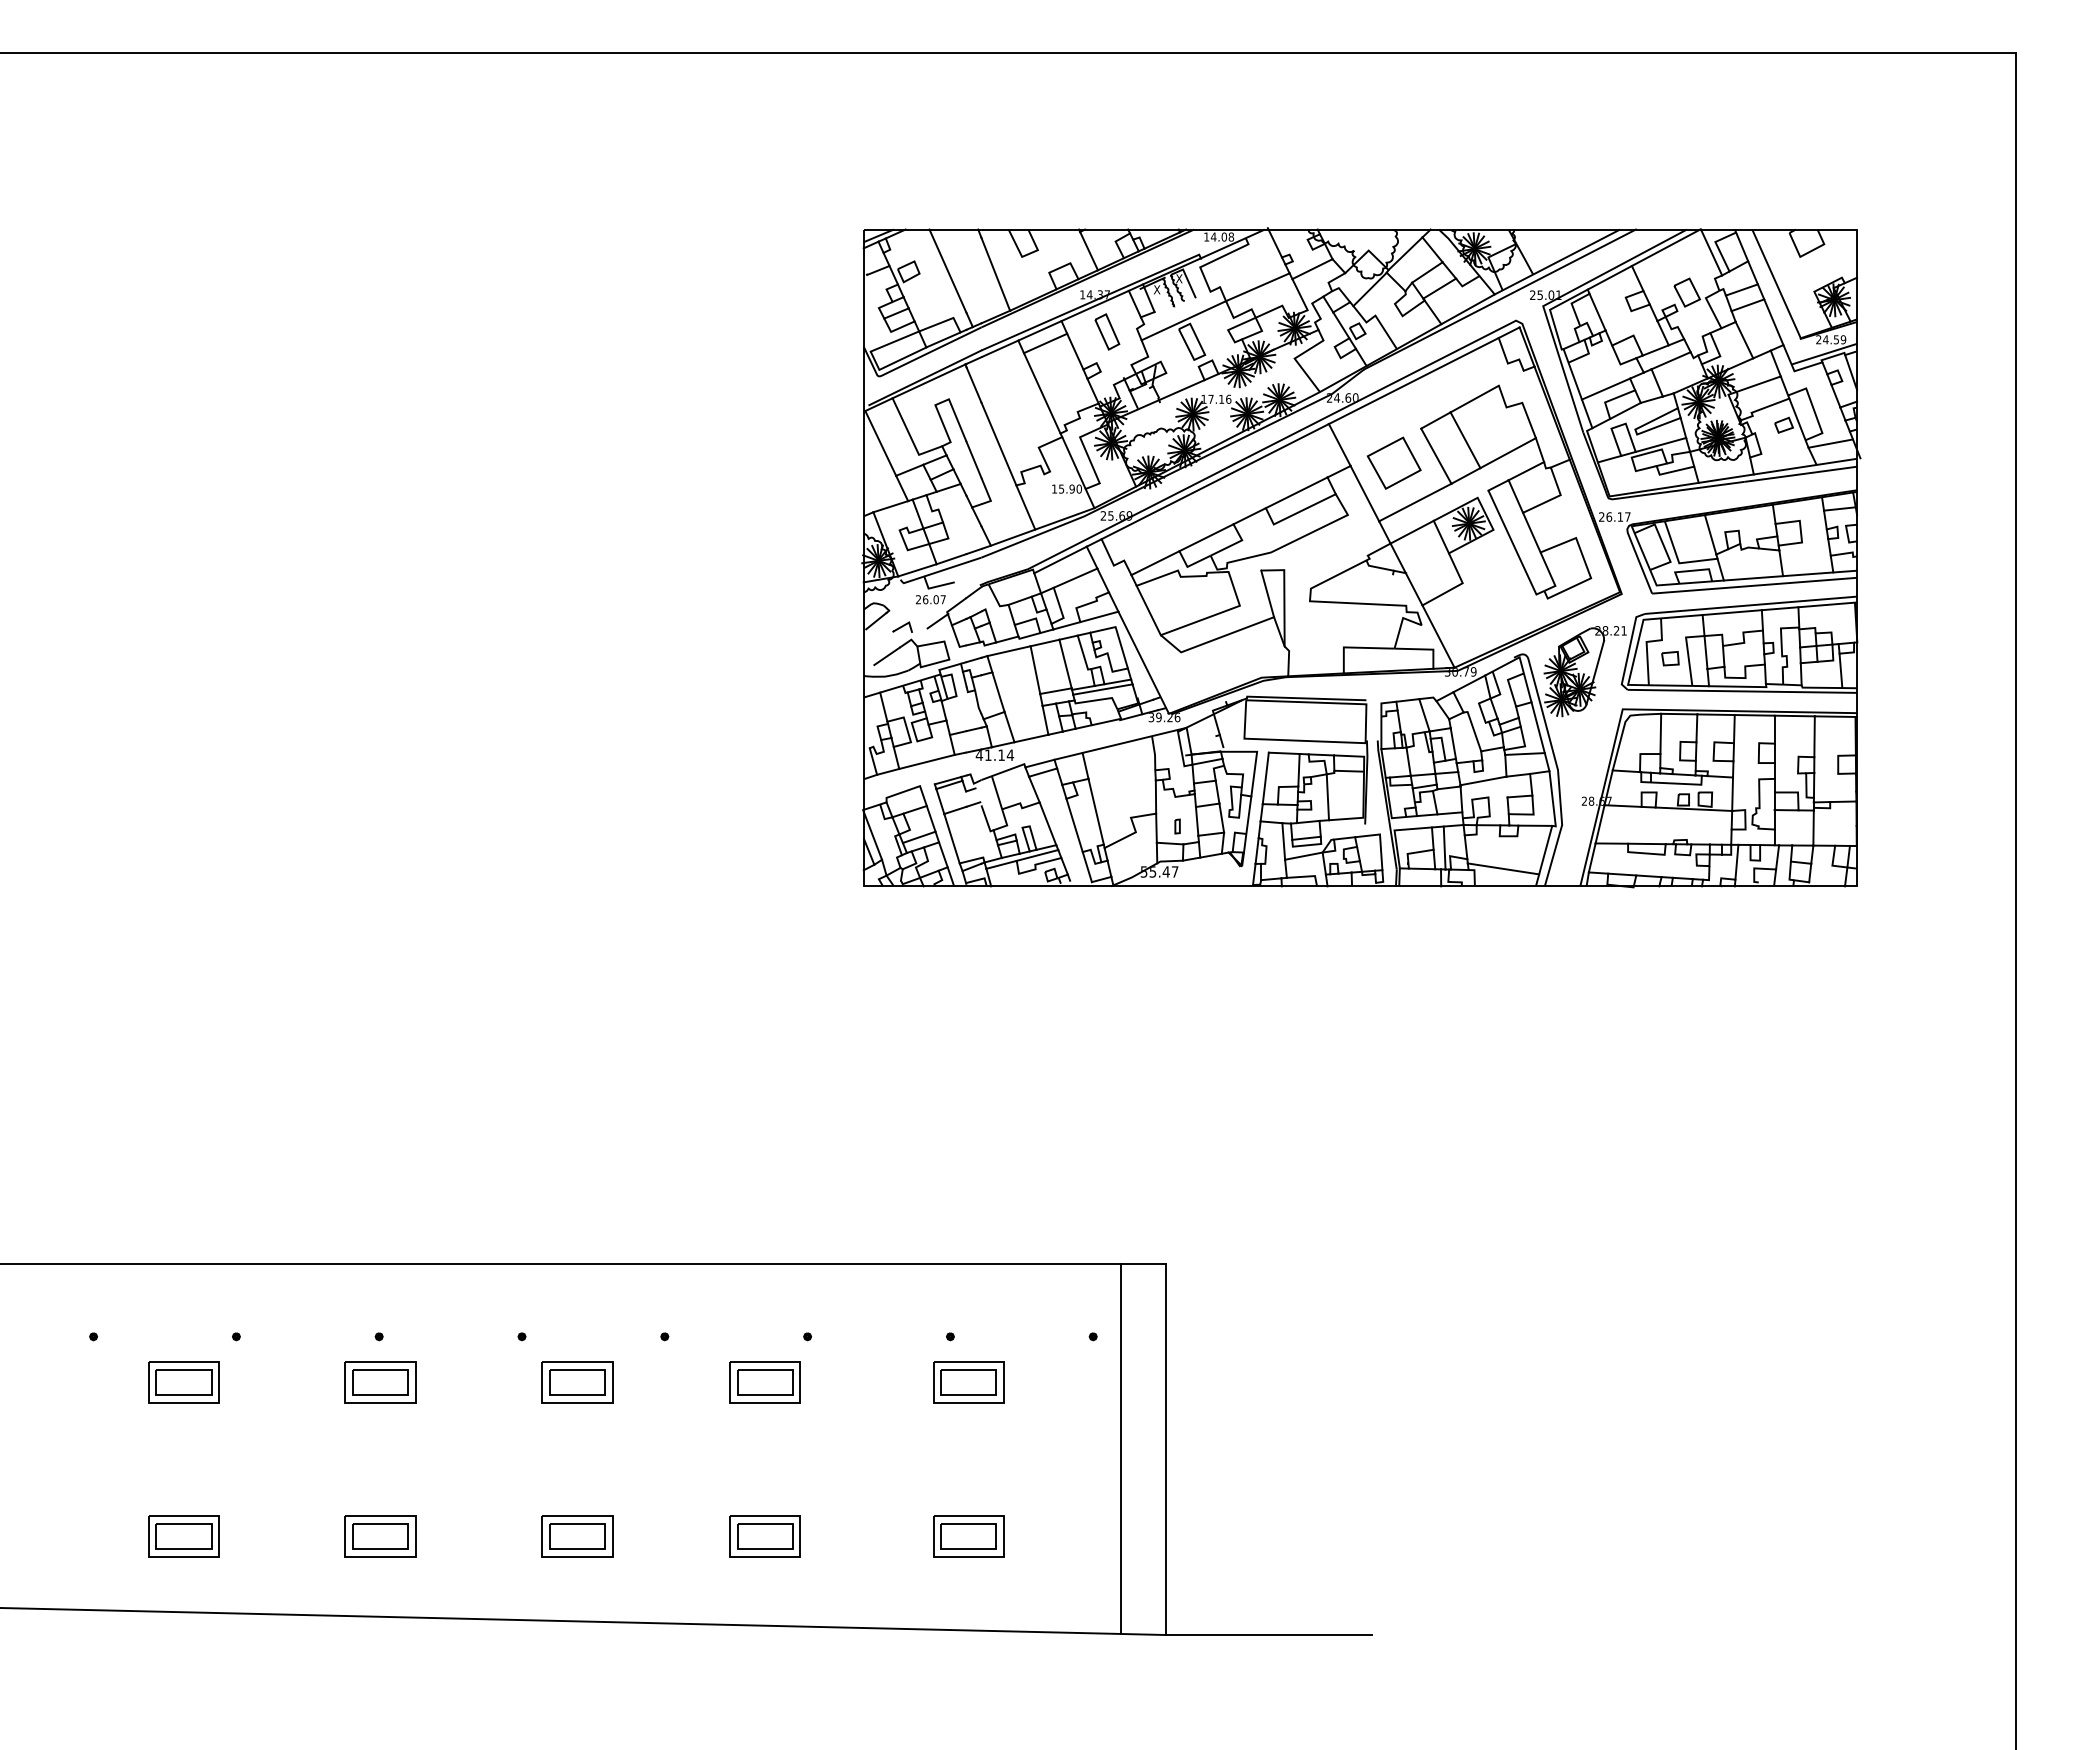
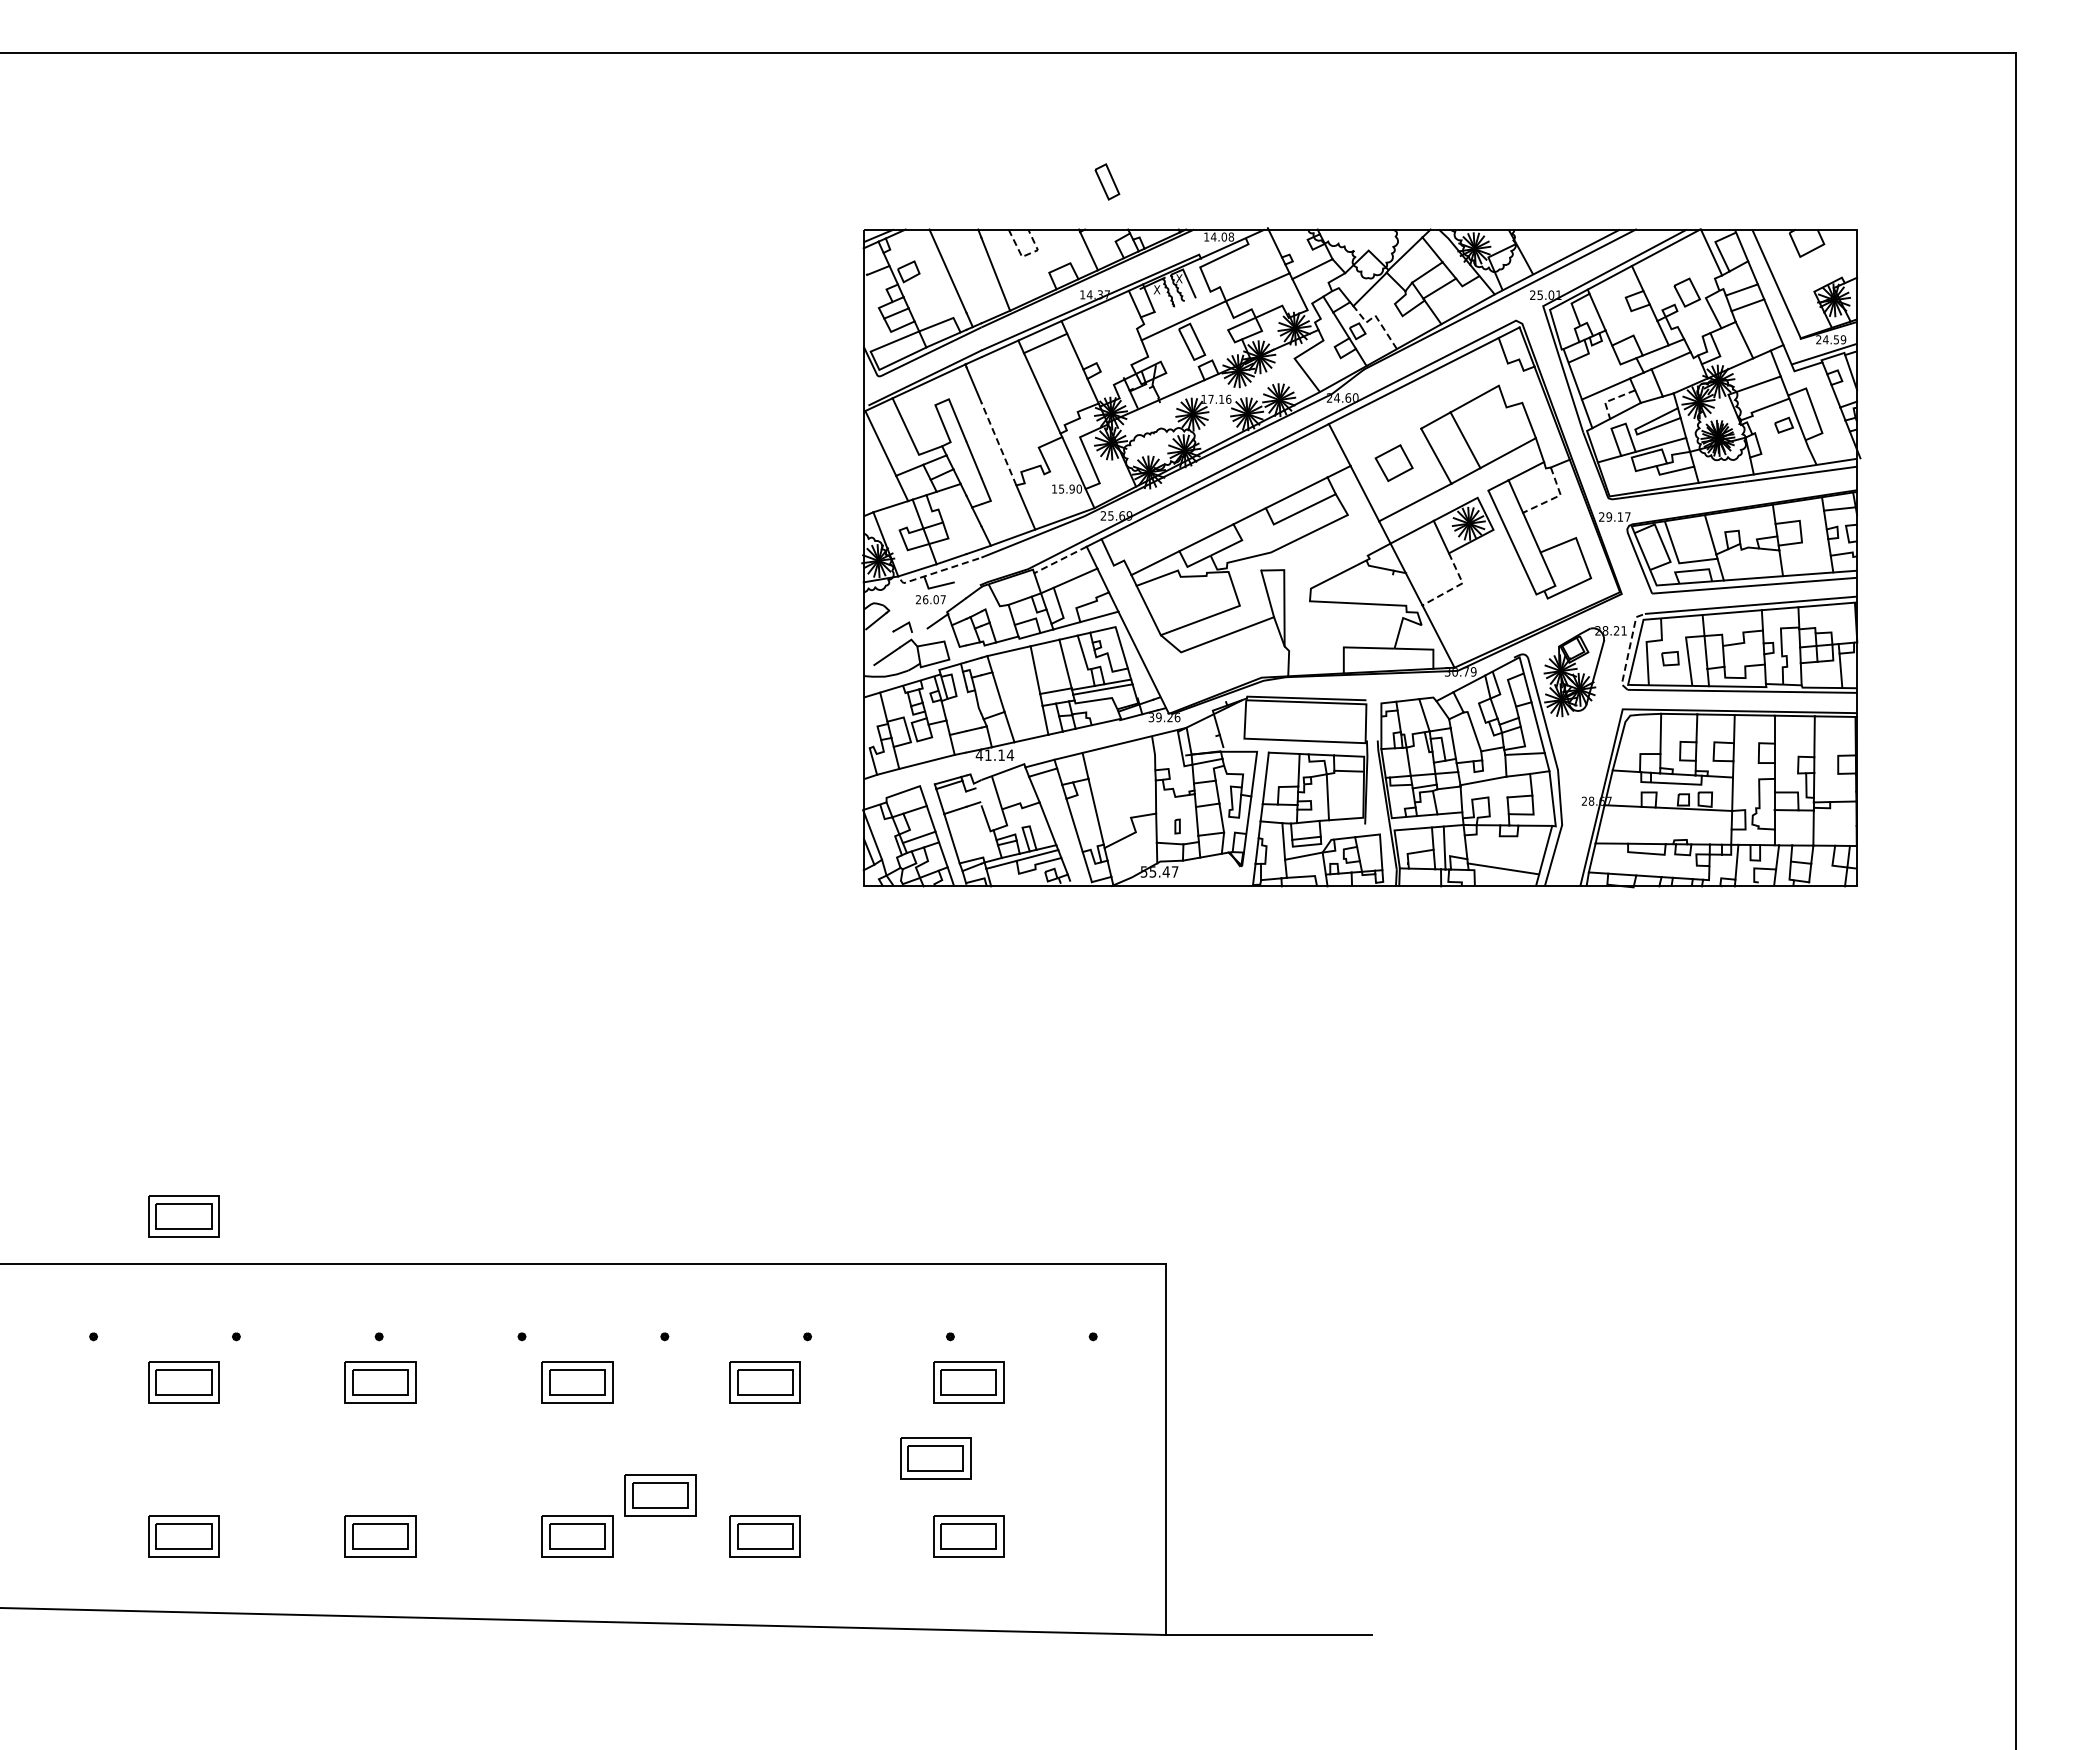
line at (1026, 255): solid -> dashed
line at (1376, 317): solid -> dashed
part at (1107, 331) position: (1107, 331) -> (1107, 181)
line at (1611, 399): solid -> dashed
line at (1830, 443): present -> none
line at (998, 444): solid -> dashed
part at (1393, 462) size: 56x54 px -> 40x38 px
line at (1555, 497): solid -> dashed
text at (1609, 516): 26.17 -> 29.17
line at (1060, 560): solid -> dashed
line at (939, 571): solid -> dashed
line at (1457, 586): solid -> dashed
line at (1629, 650): solid -> dashed
part at (183, 1216): none -> present
line at (1121, 1448): present -> none
part at (935, 1458): none -> present
part at (660, 1495): none -> present
